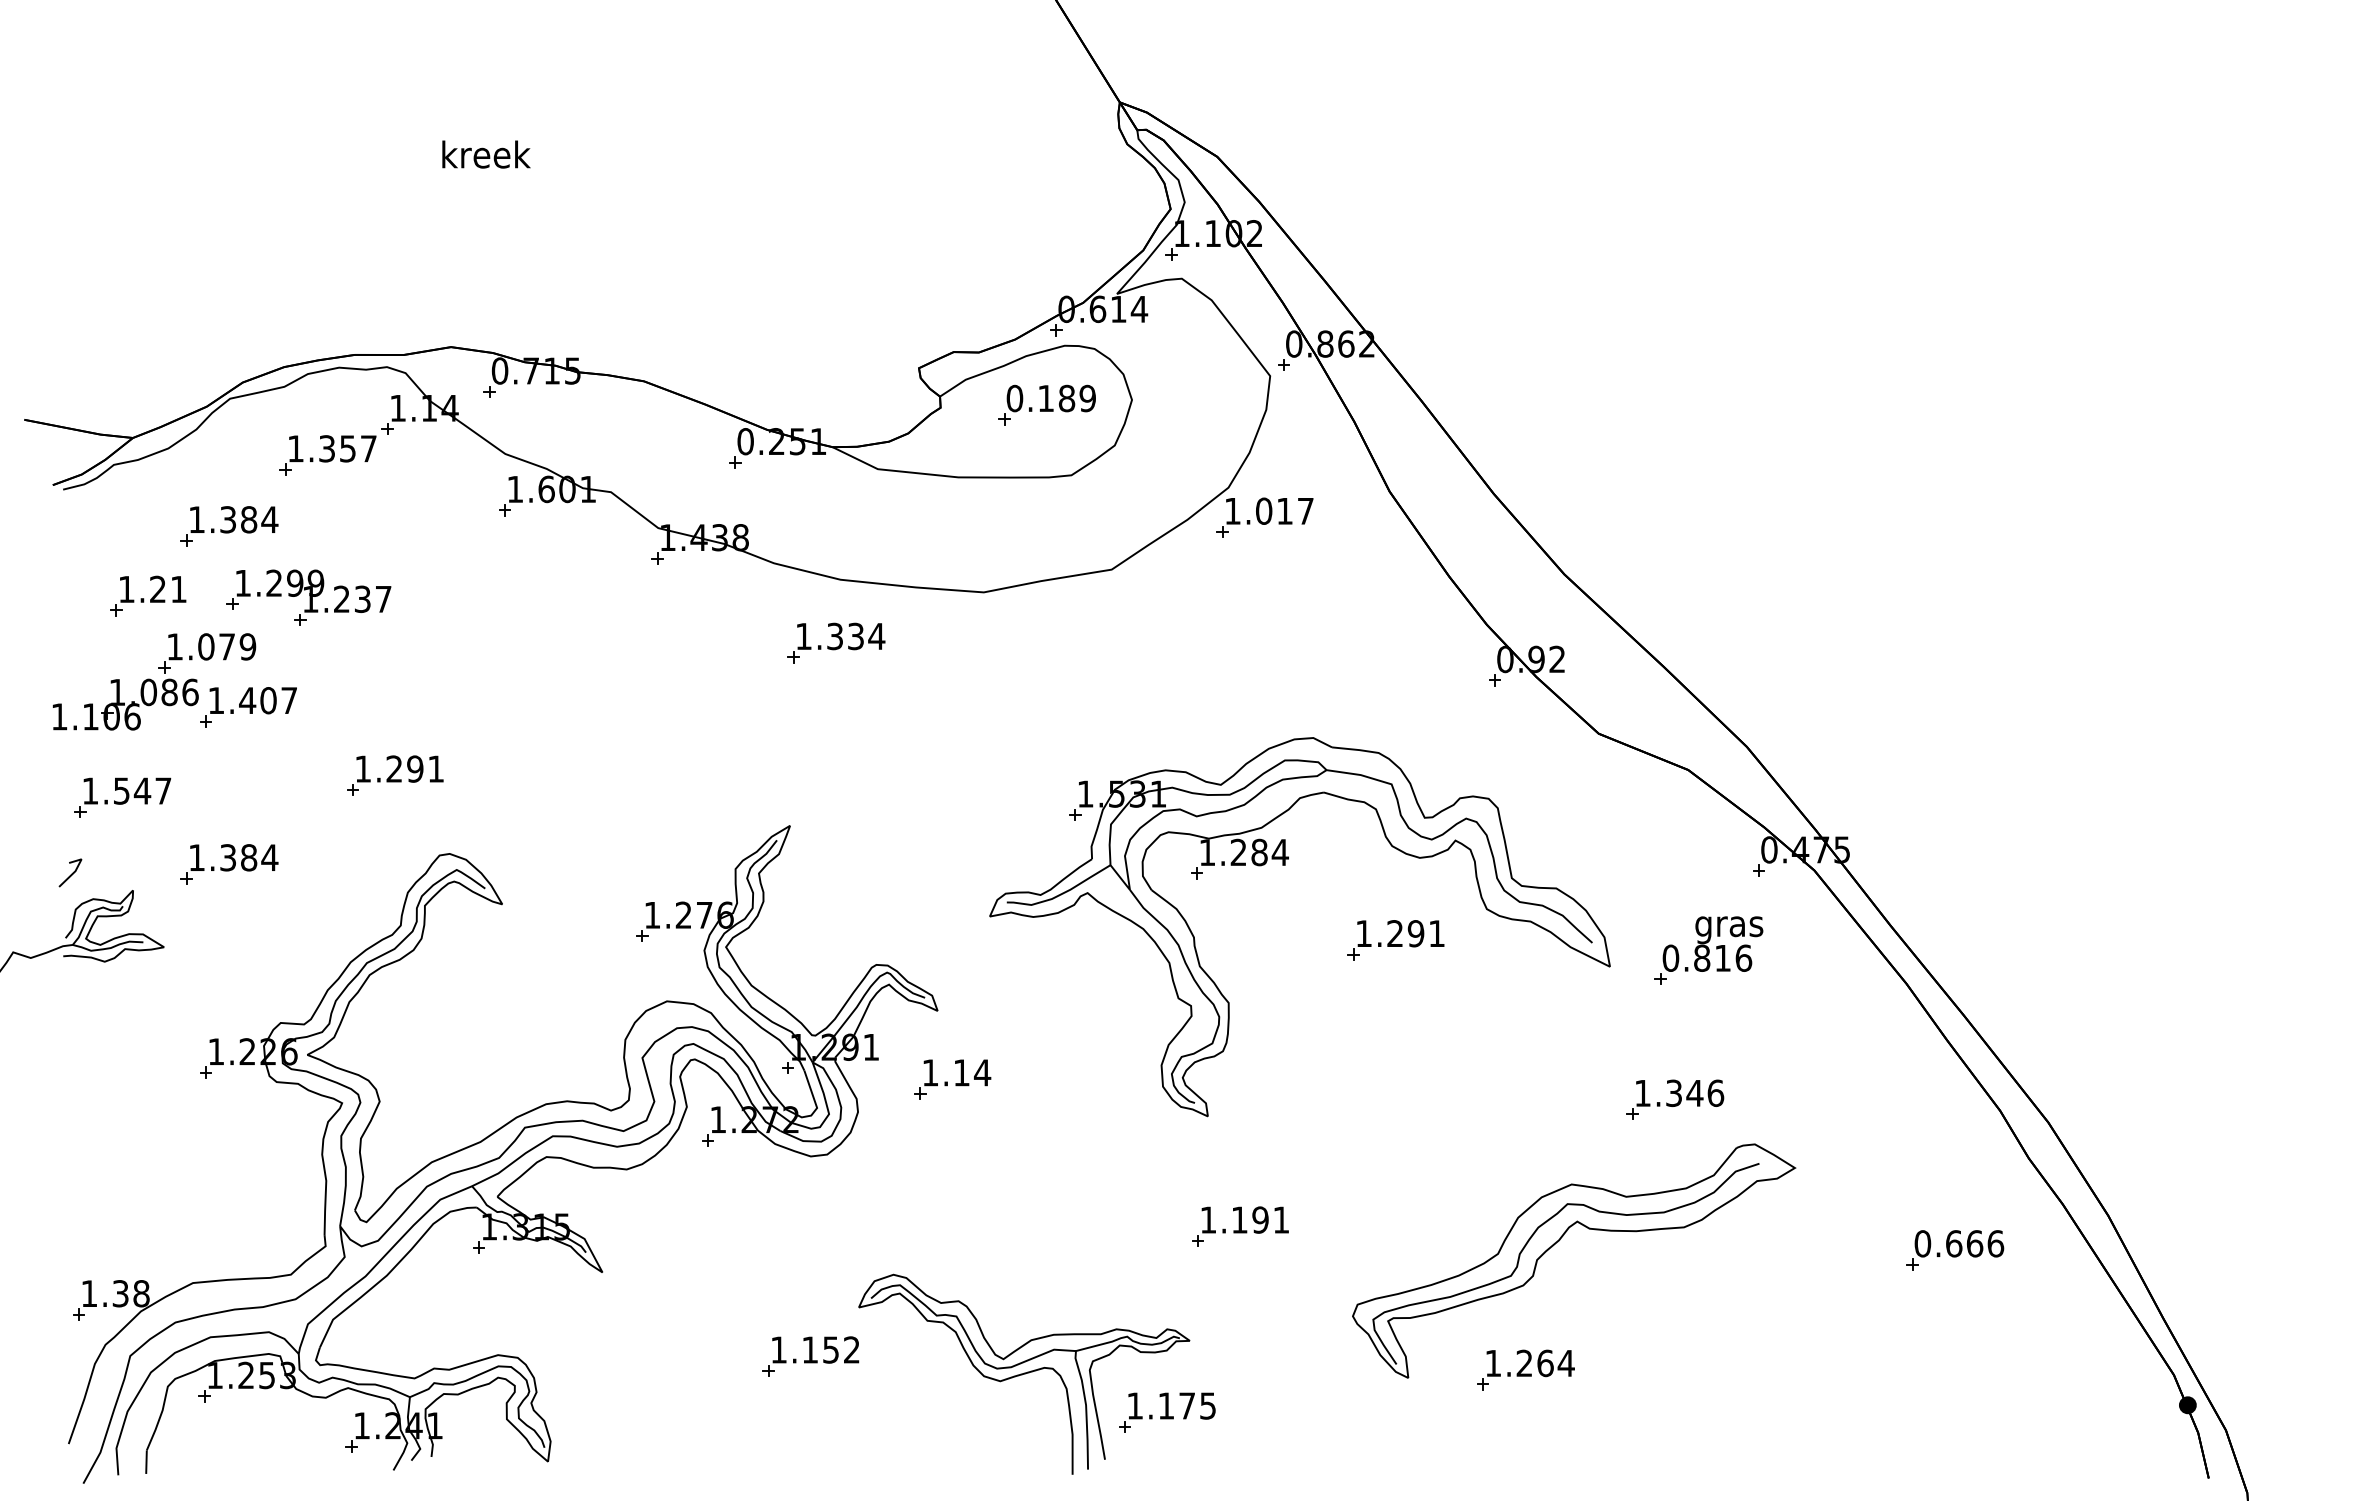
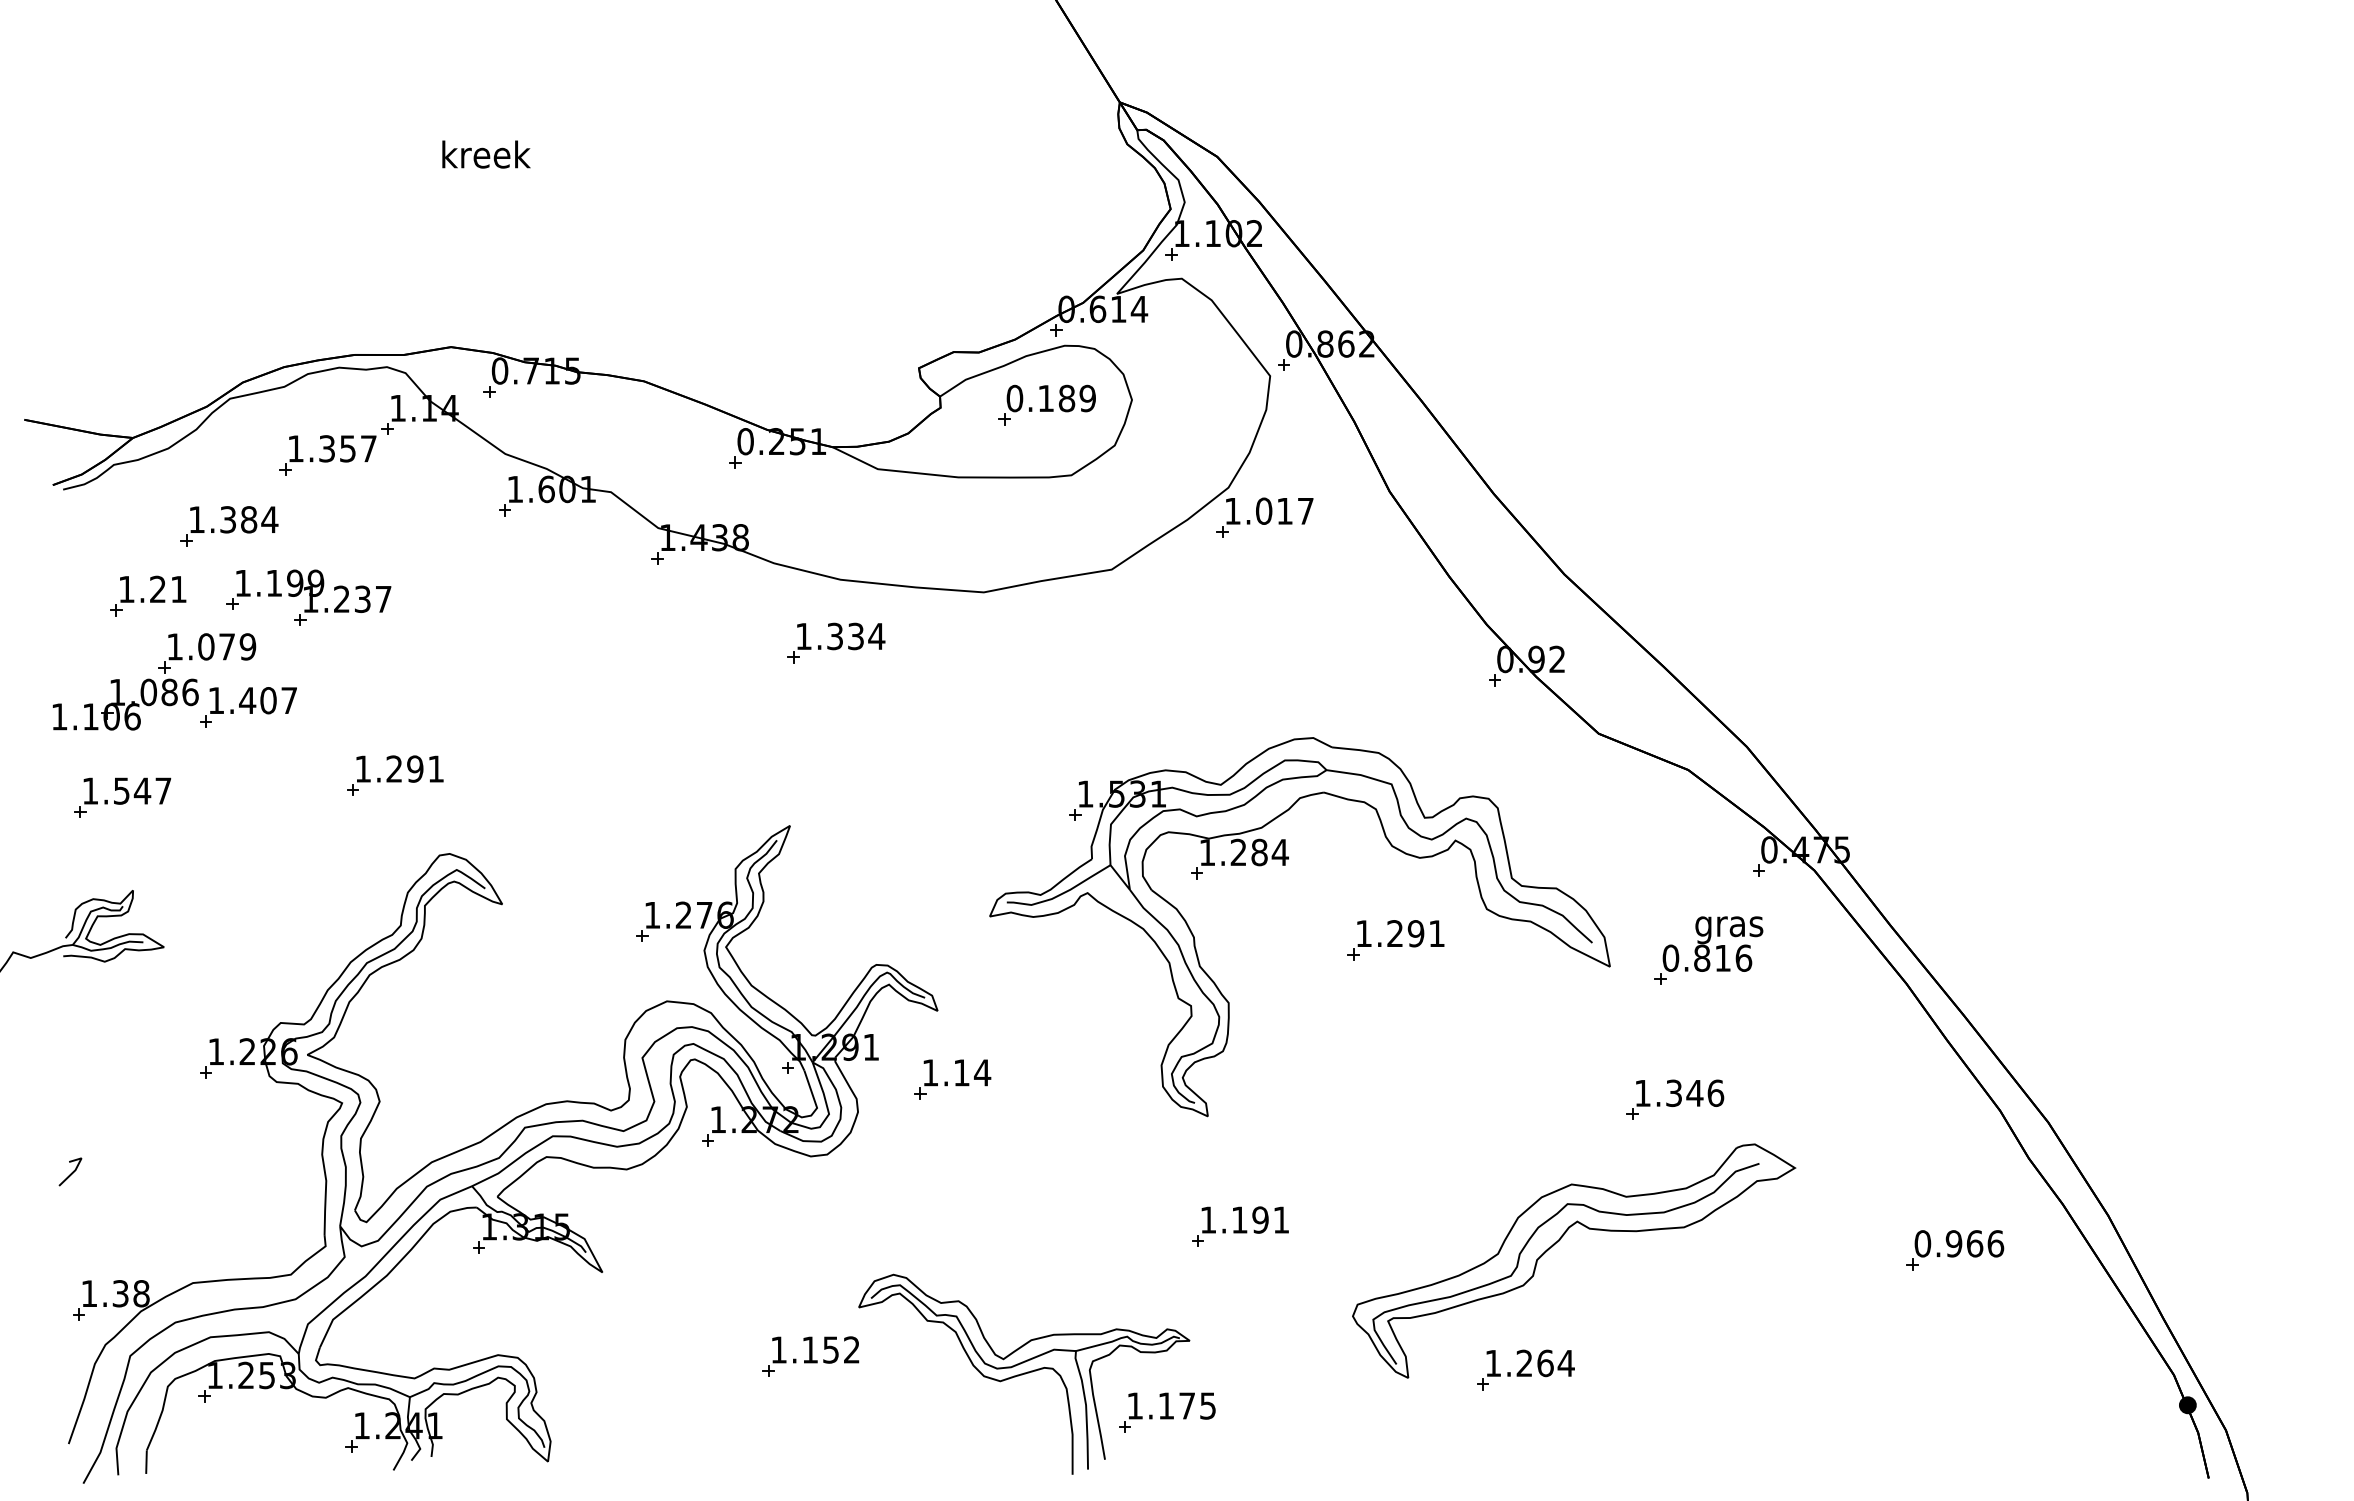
text at (273, 582): 1.299 -> 1.199
part at (229, 864): present -> none
line at (71, 873) position: (71, 873) -> (71, 1172)
text at (1953, 1243): 0.666 -> 0.966
